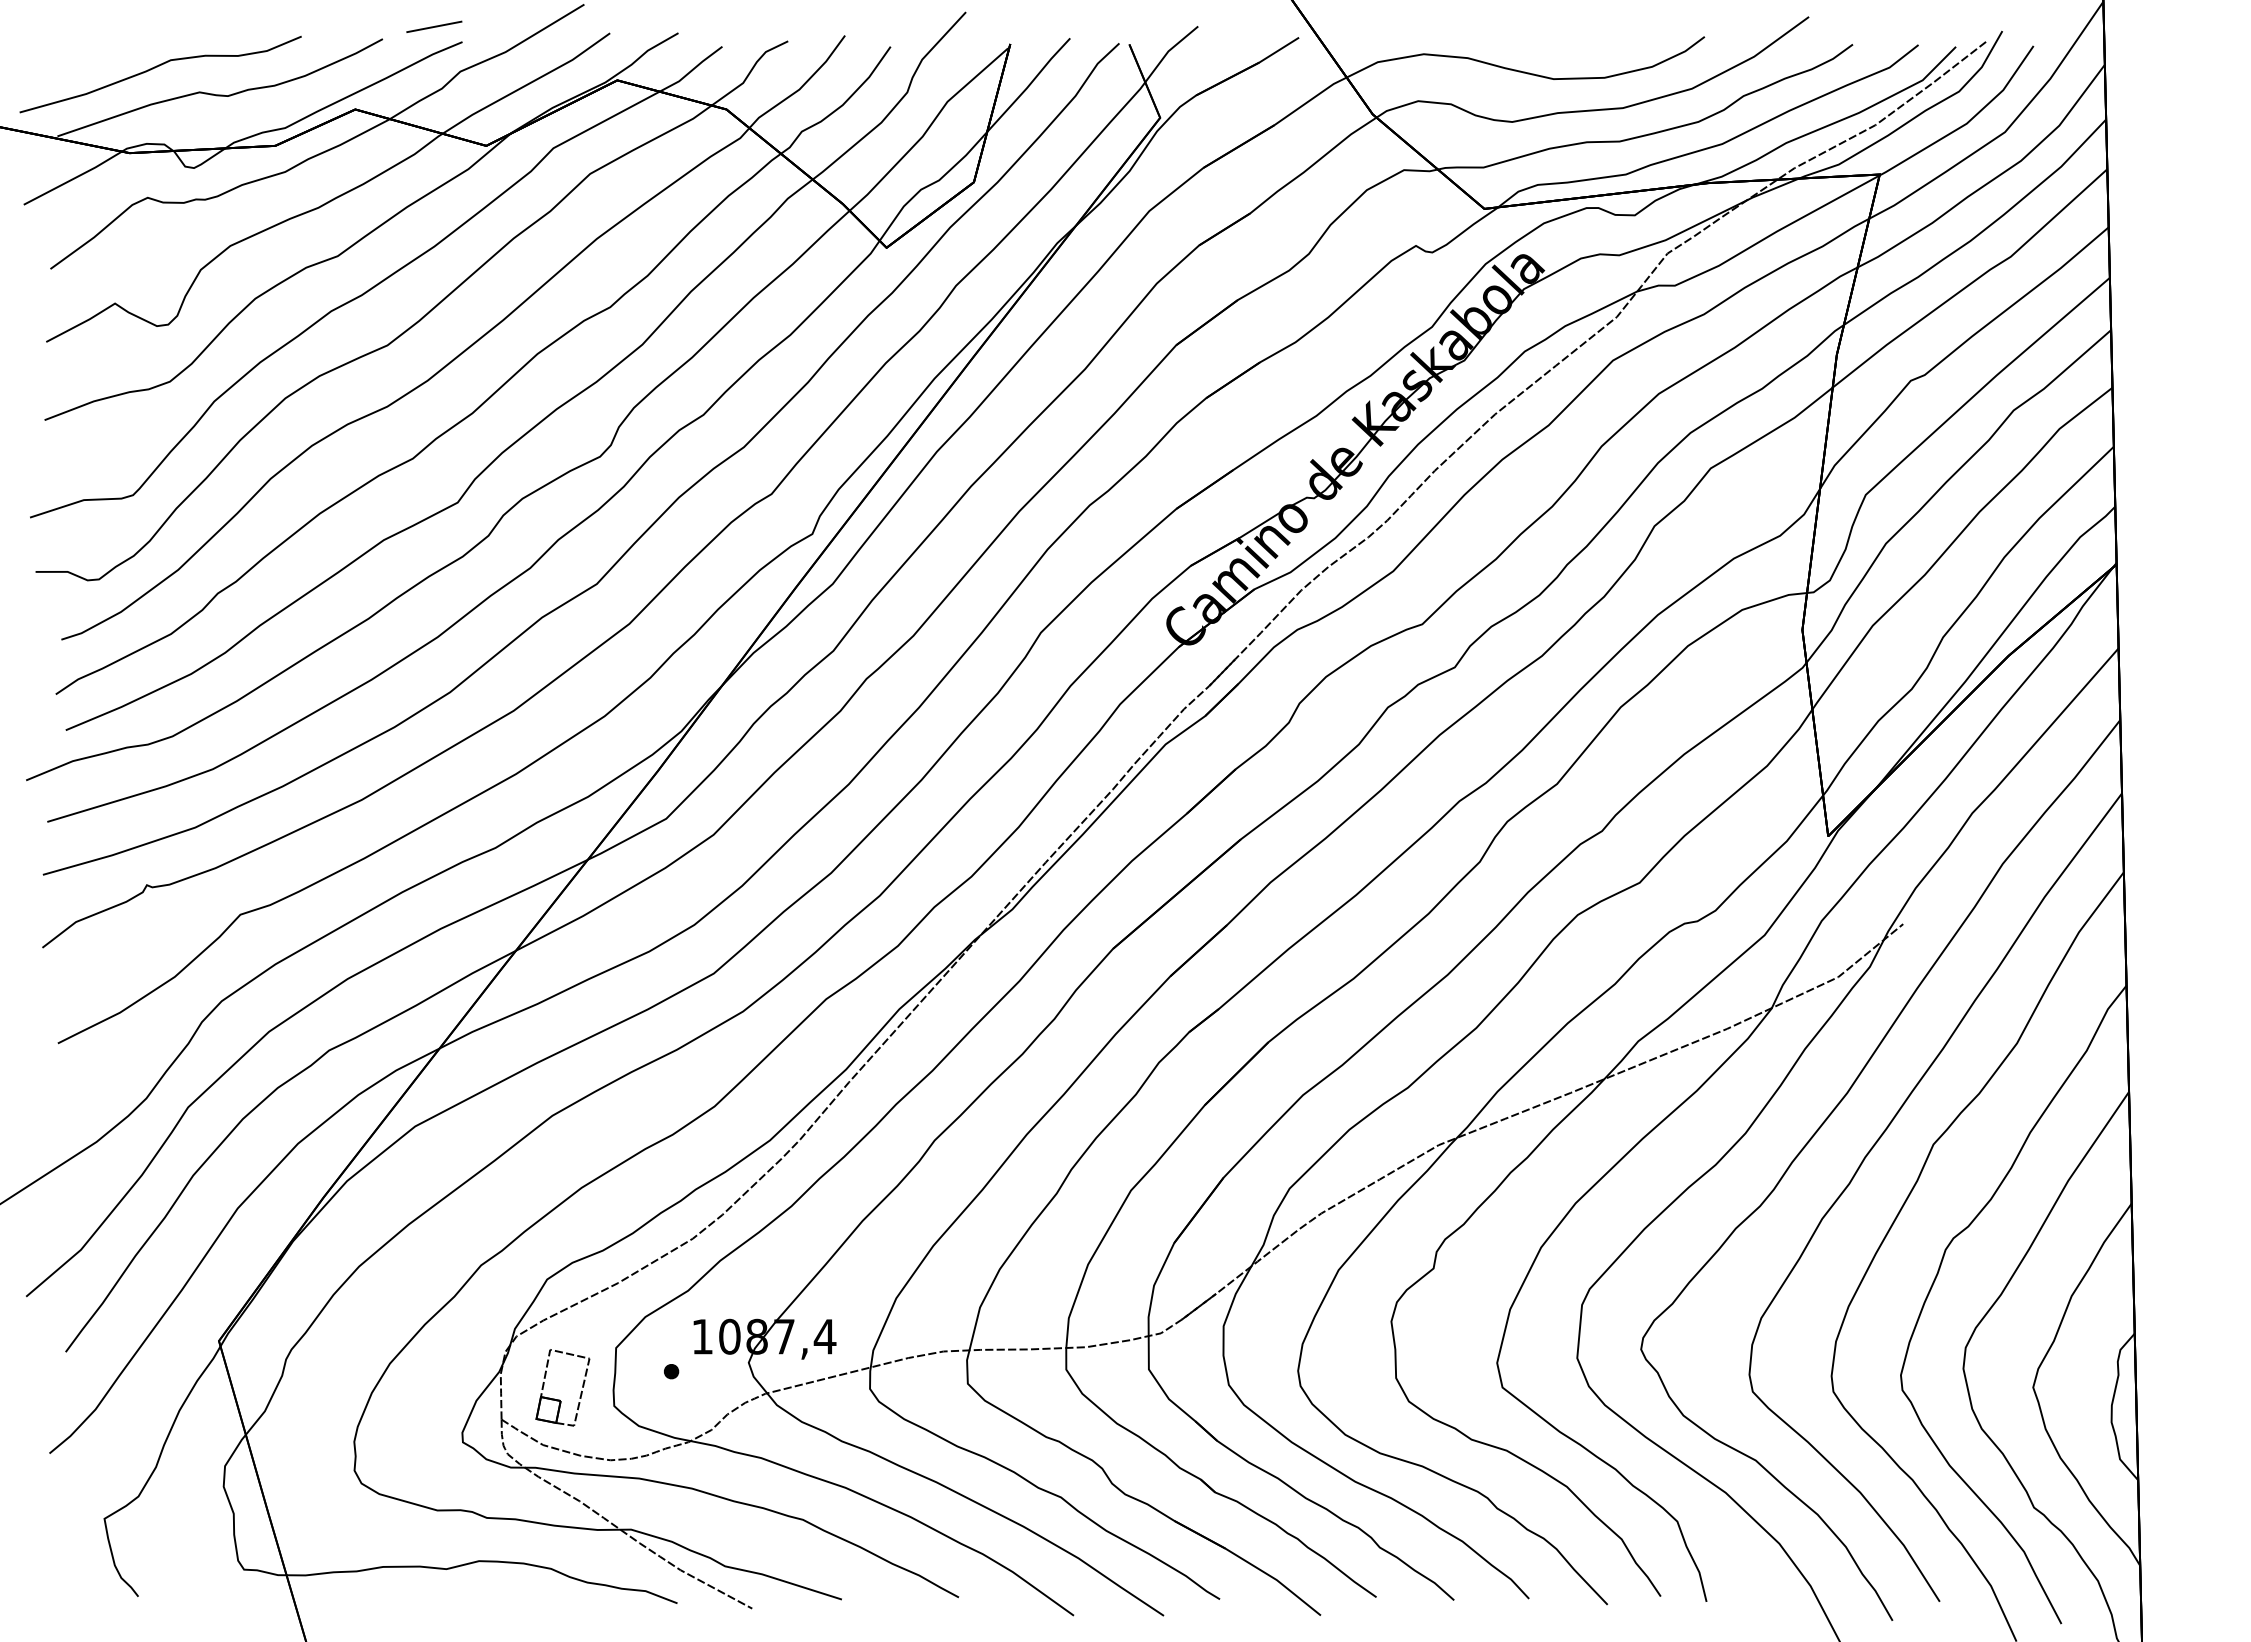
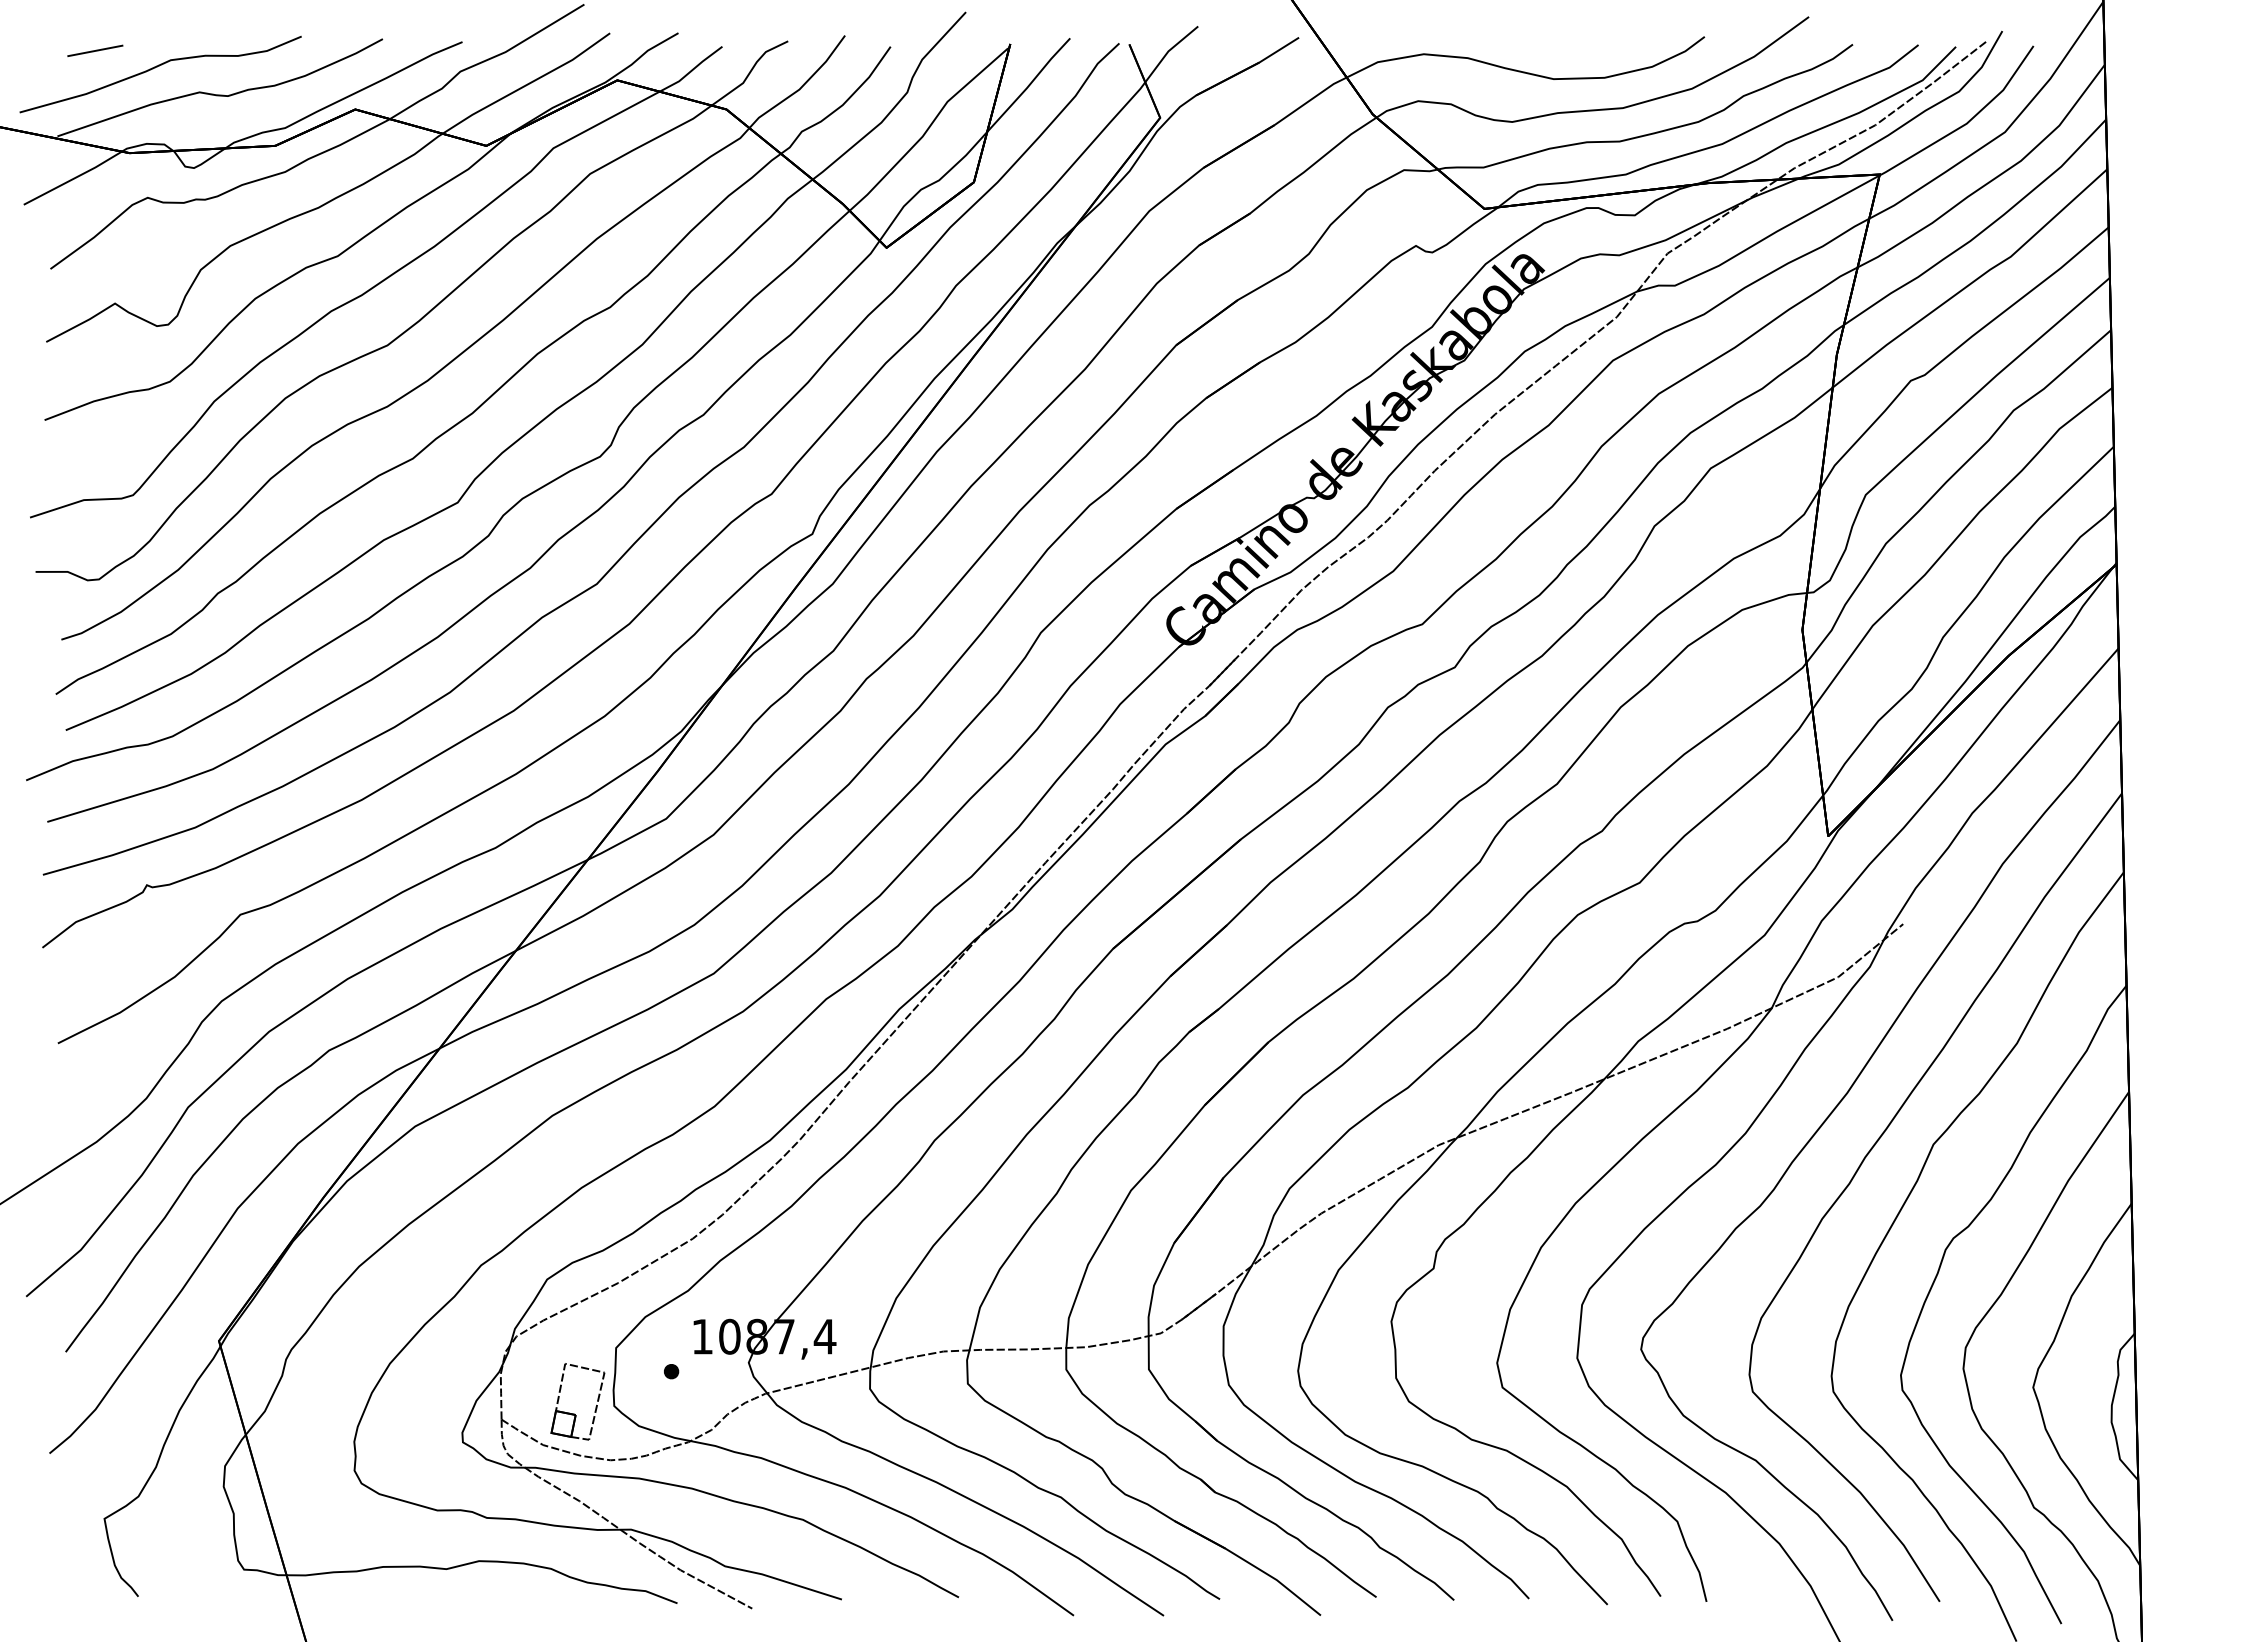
line at (434, 26) position: (434, 26) -> (95, 50)
part at (559, 1399) position: (559, 1399) -> (574, 1413)
